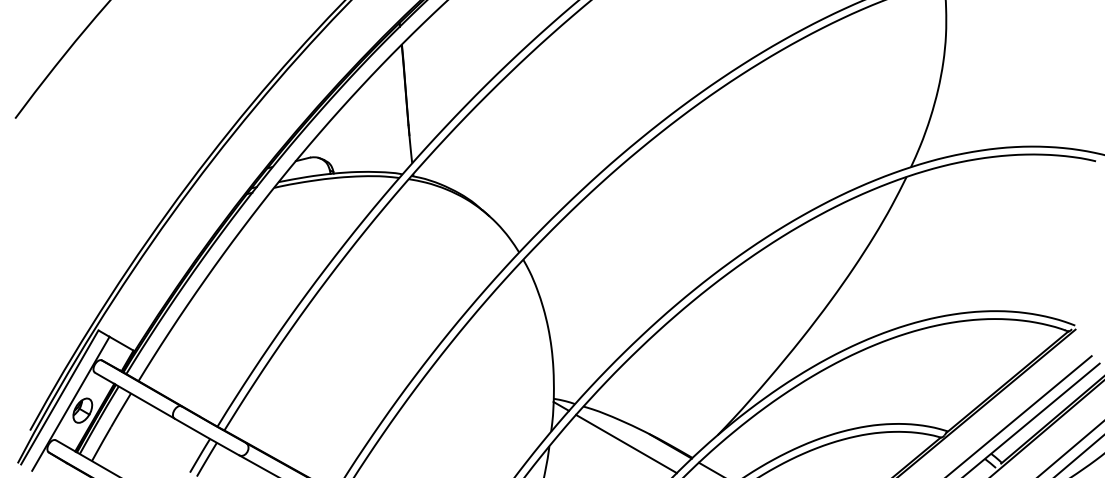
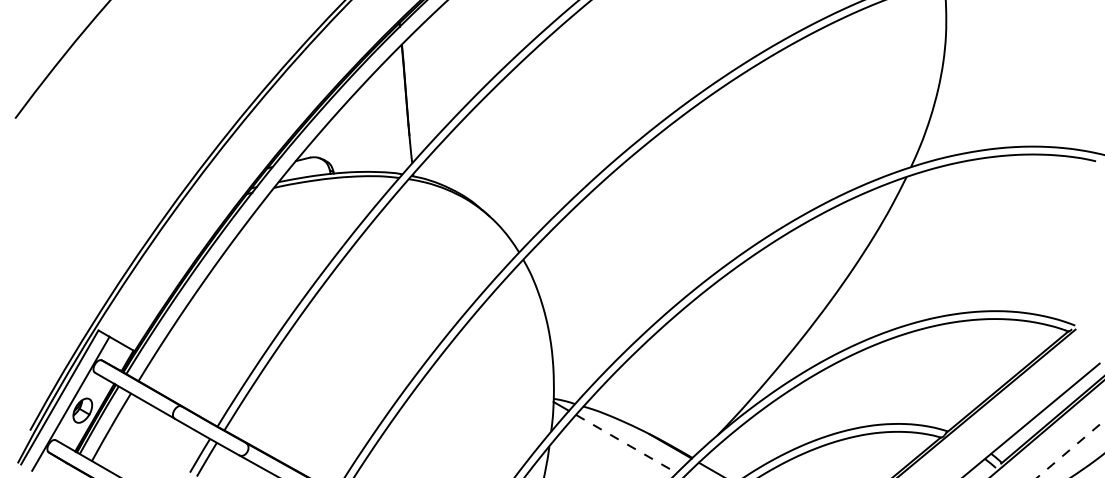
line at (1020, 415): present -> none
line at (626, 444): solid -> dashed
line at (1071, 448): solid -> dashed
line at (1079, 455): present -> none
